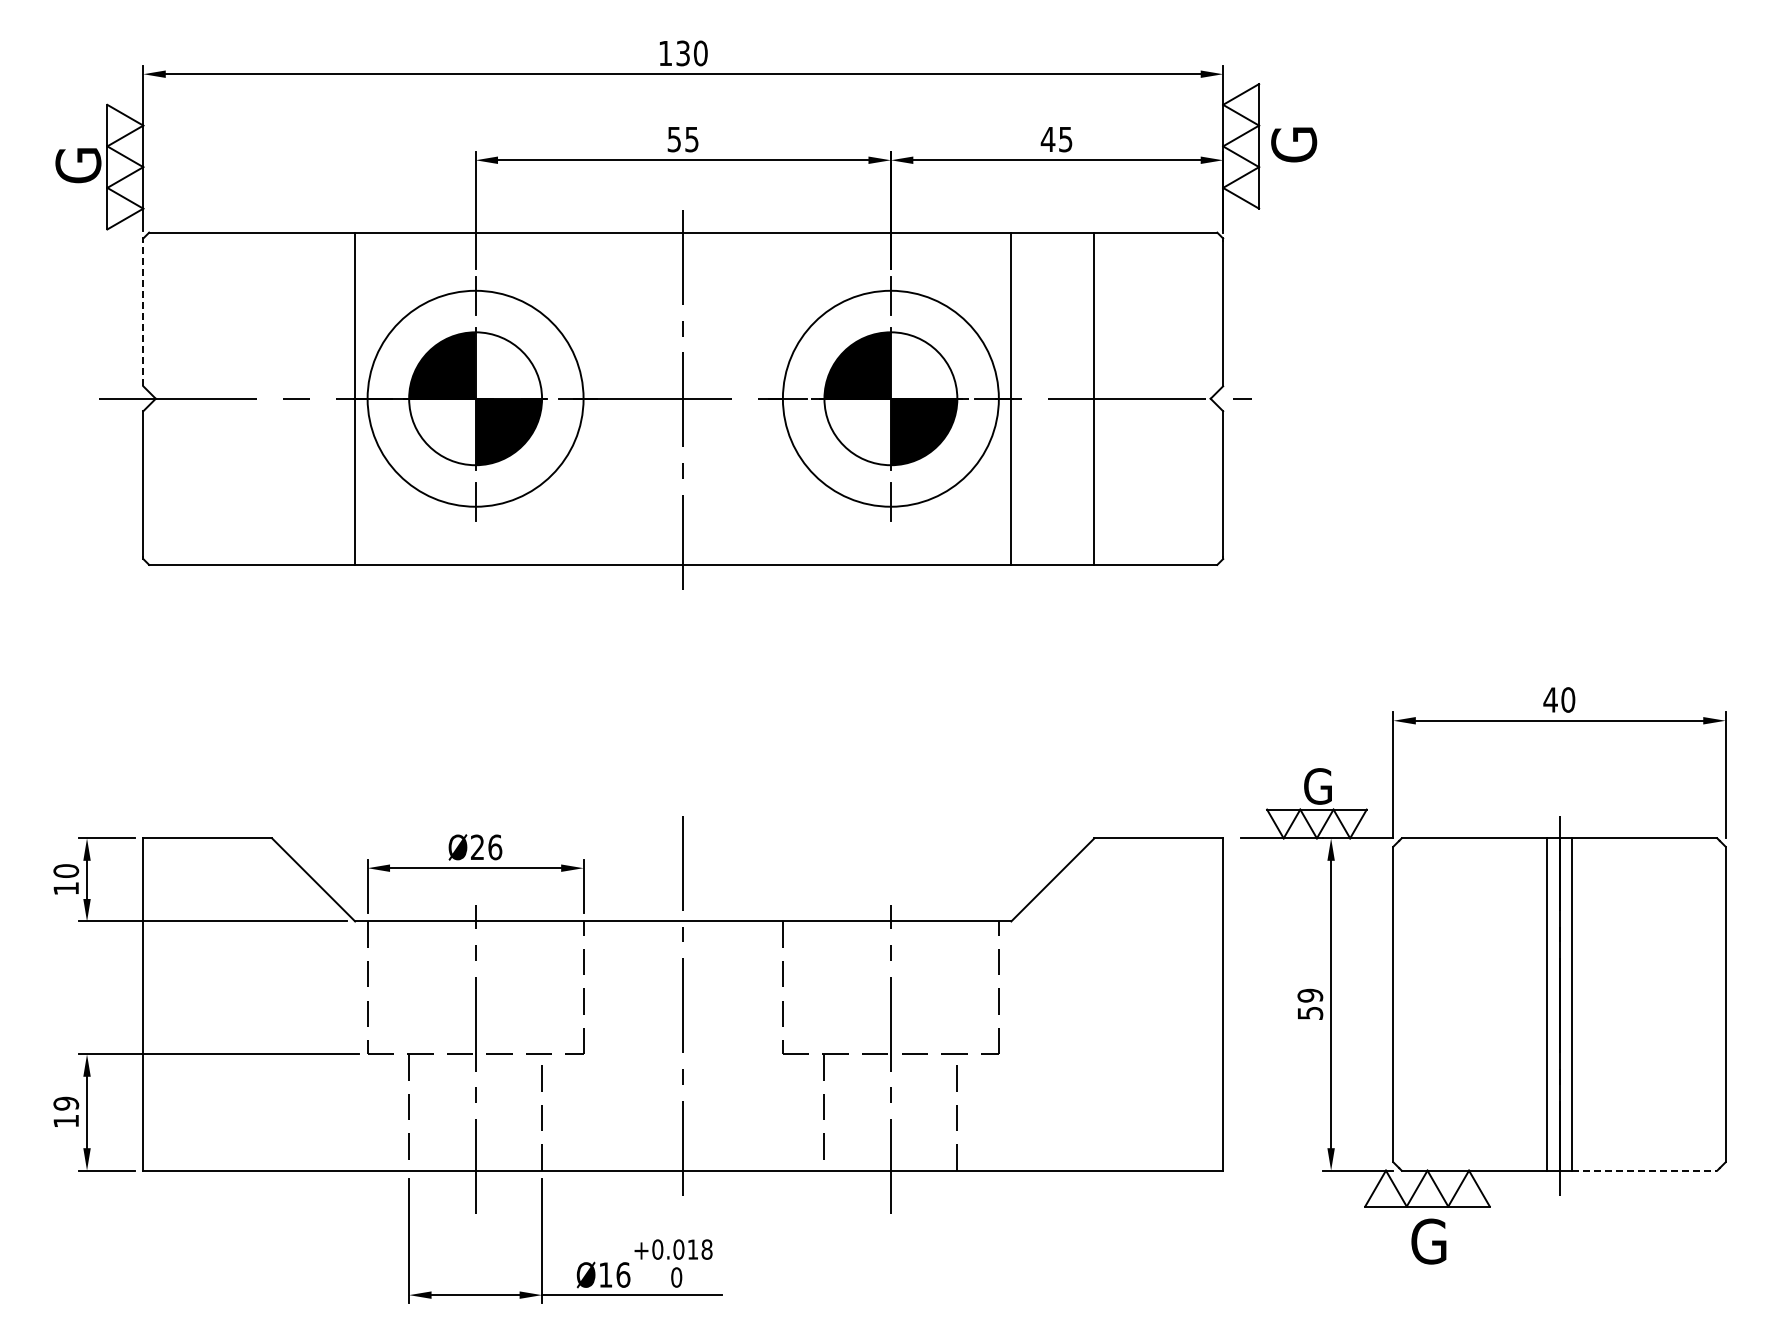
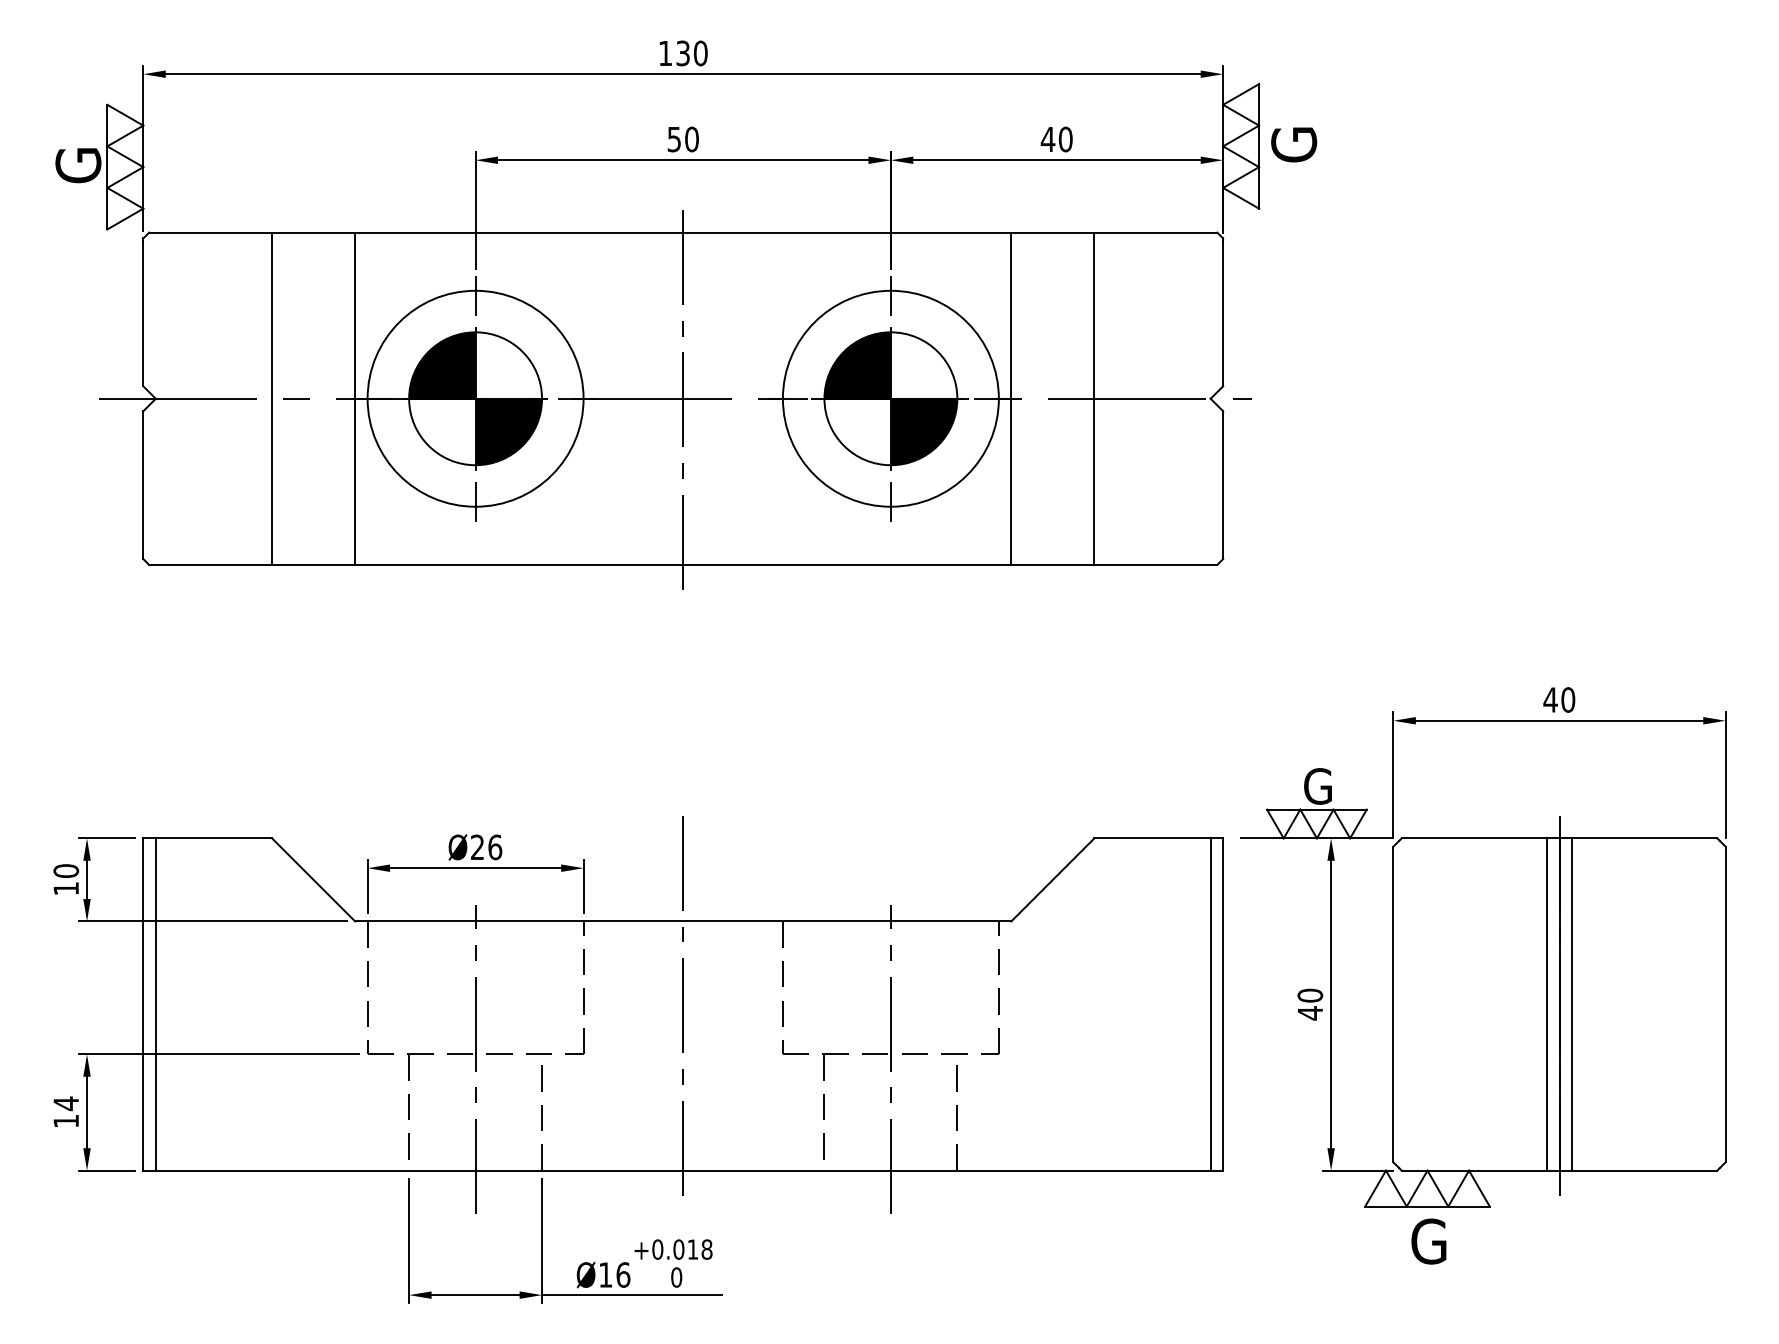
text at (691, 139): 55 -> 50
text at (1065, 139): 45 -> 40
line at (143, 313): dashed -> solid
line at (272, 398): none -> present
line at (155, 1004): none -> present
line at (1210, 1004): none -> present
text at (1310, 1004): 59 -> 40
text at (66, 1103): 19 -> 14
line at (1644, 1170): dashed -> solid
